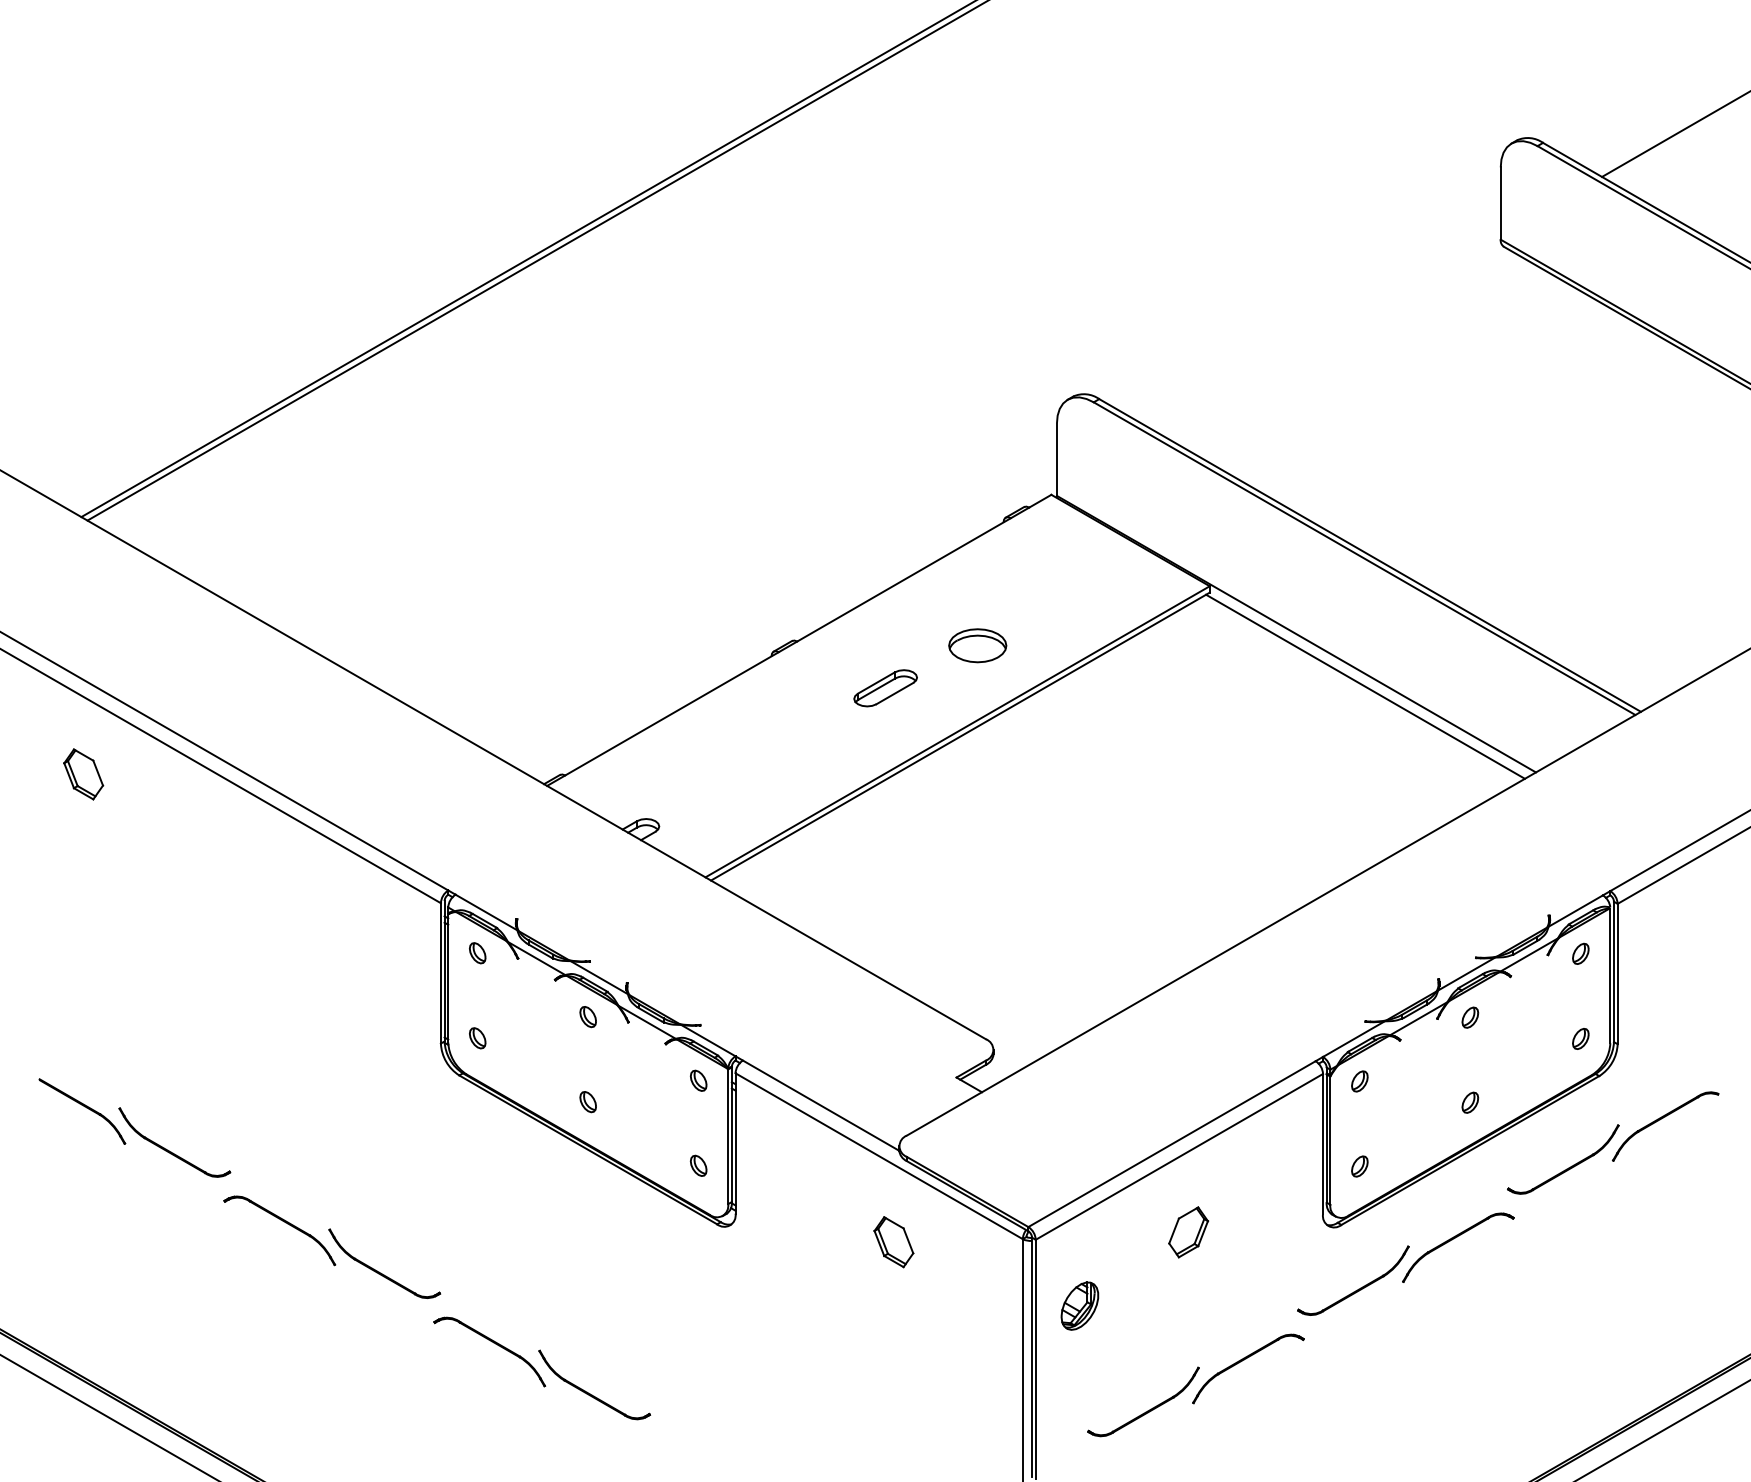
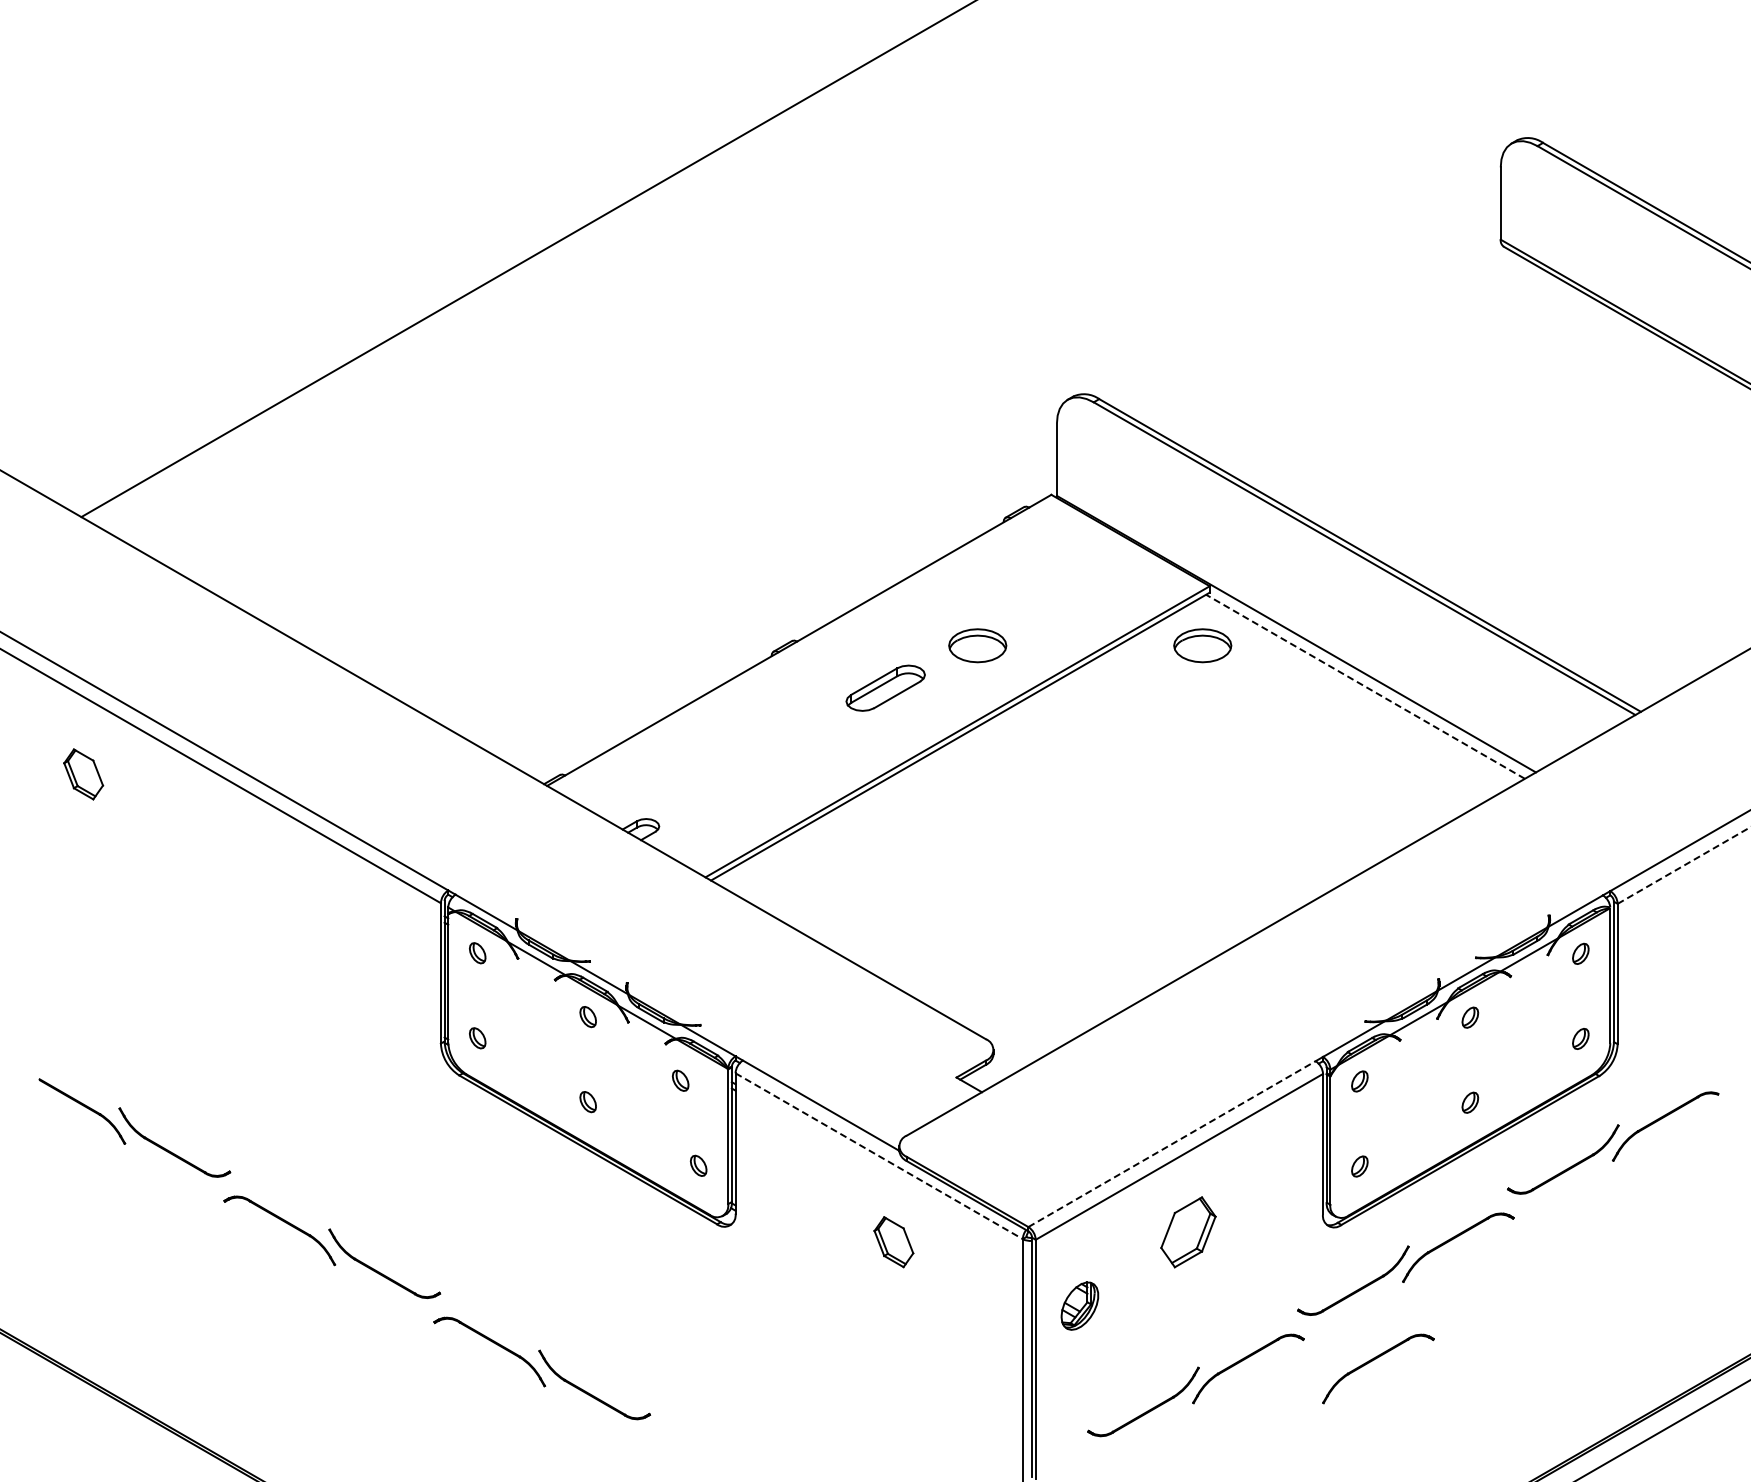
line at (1674, 134): present -> none
line at (536, 261): present -> none
part at (1202, 645): none -> present
line at (1365, 686): solid -> dashed
part at (885, 688) size: 65x39 px -> 81x48 px
line at (1684, 865): solid -> dashed
part at (698, 1080) position: (698, 1080) -> (680, 1080)
line at (1172, 1144): solid -> dashed
line at (879, 1156): solid -> dashed
part at (1188, 1232) size: 42x53 px -> 57x73 px
part at (1374, 1360): none -> present
line at (108, 1416): present -> none
